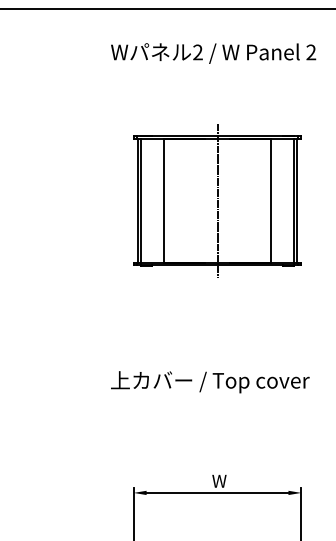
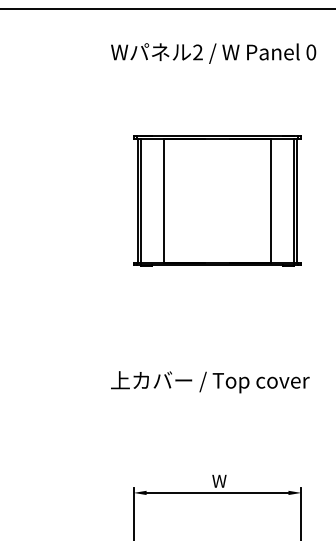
text at (311, 52): 2 -> 0
line at (217, 200): present -> none
